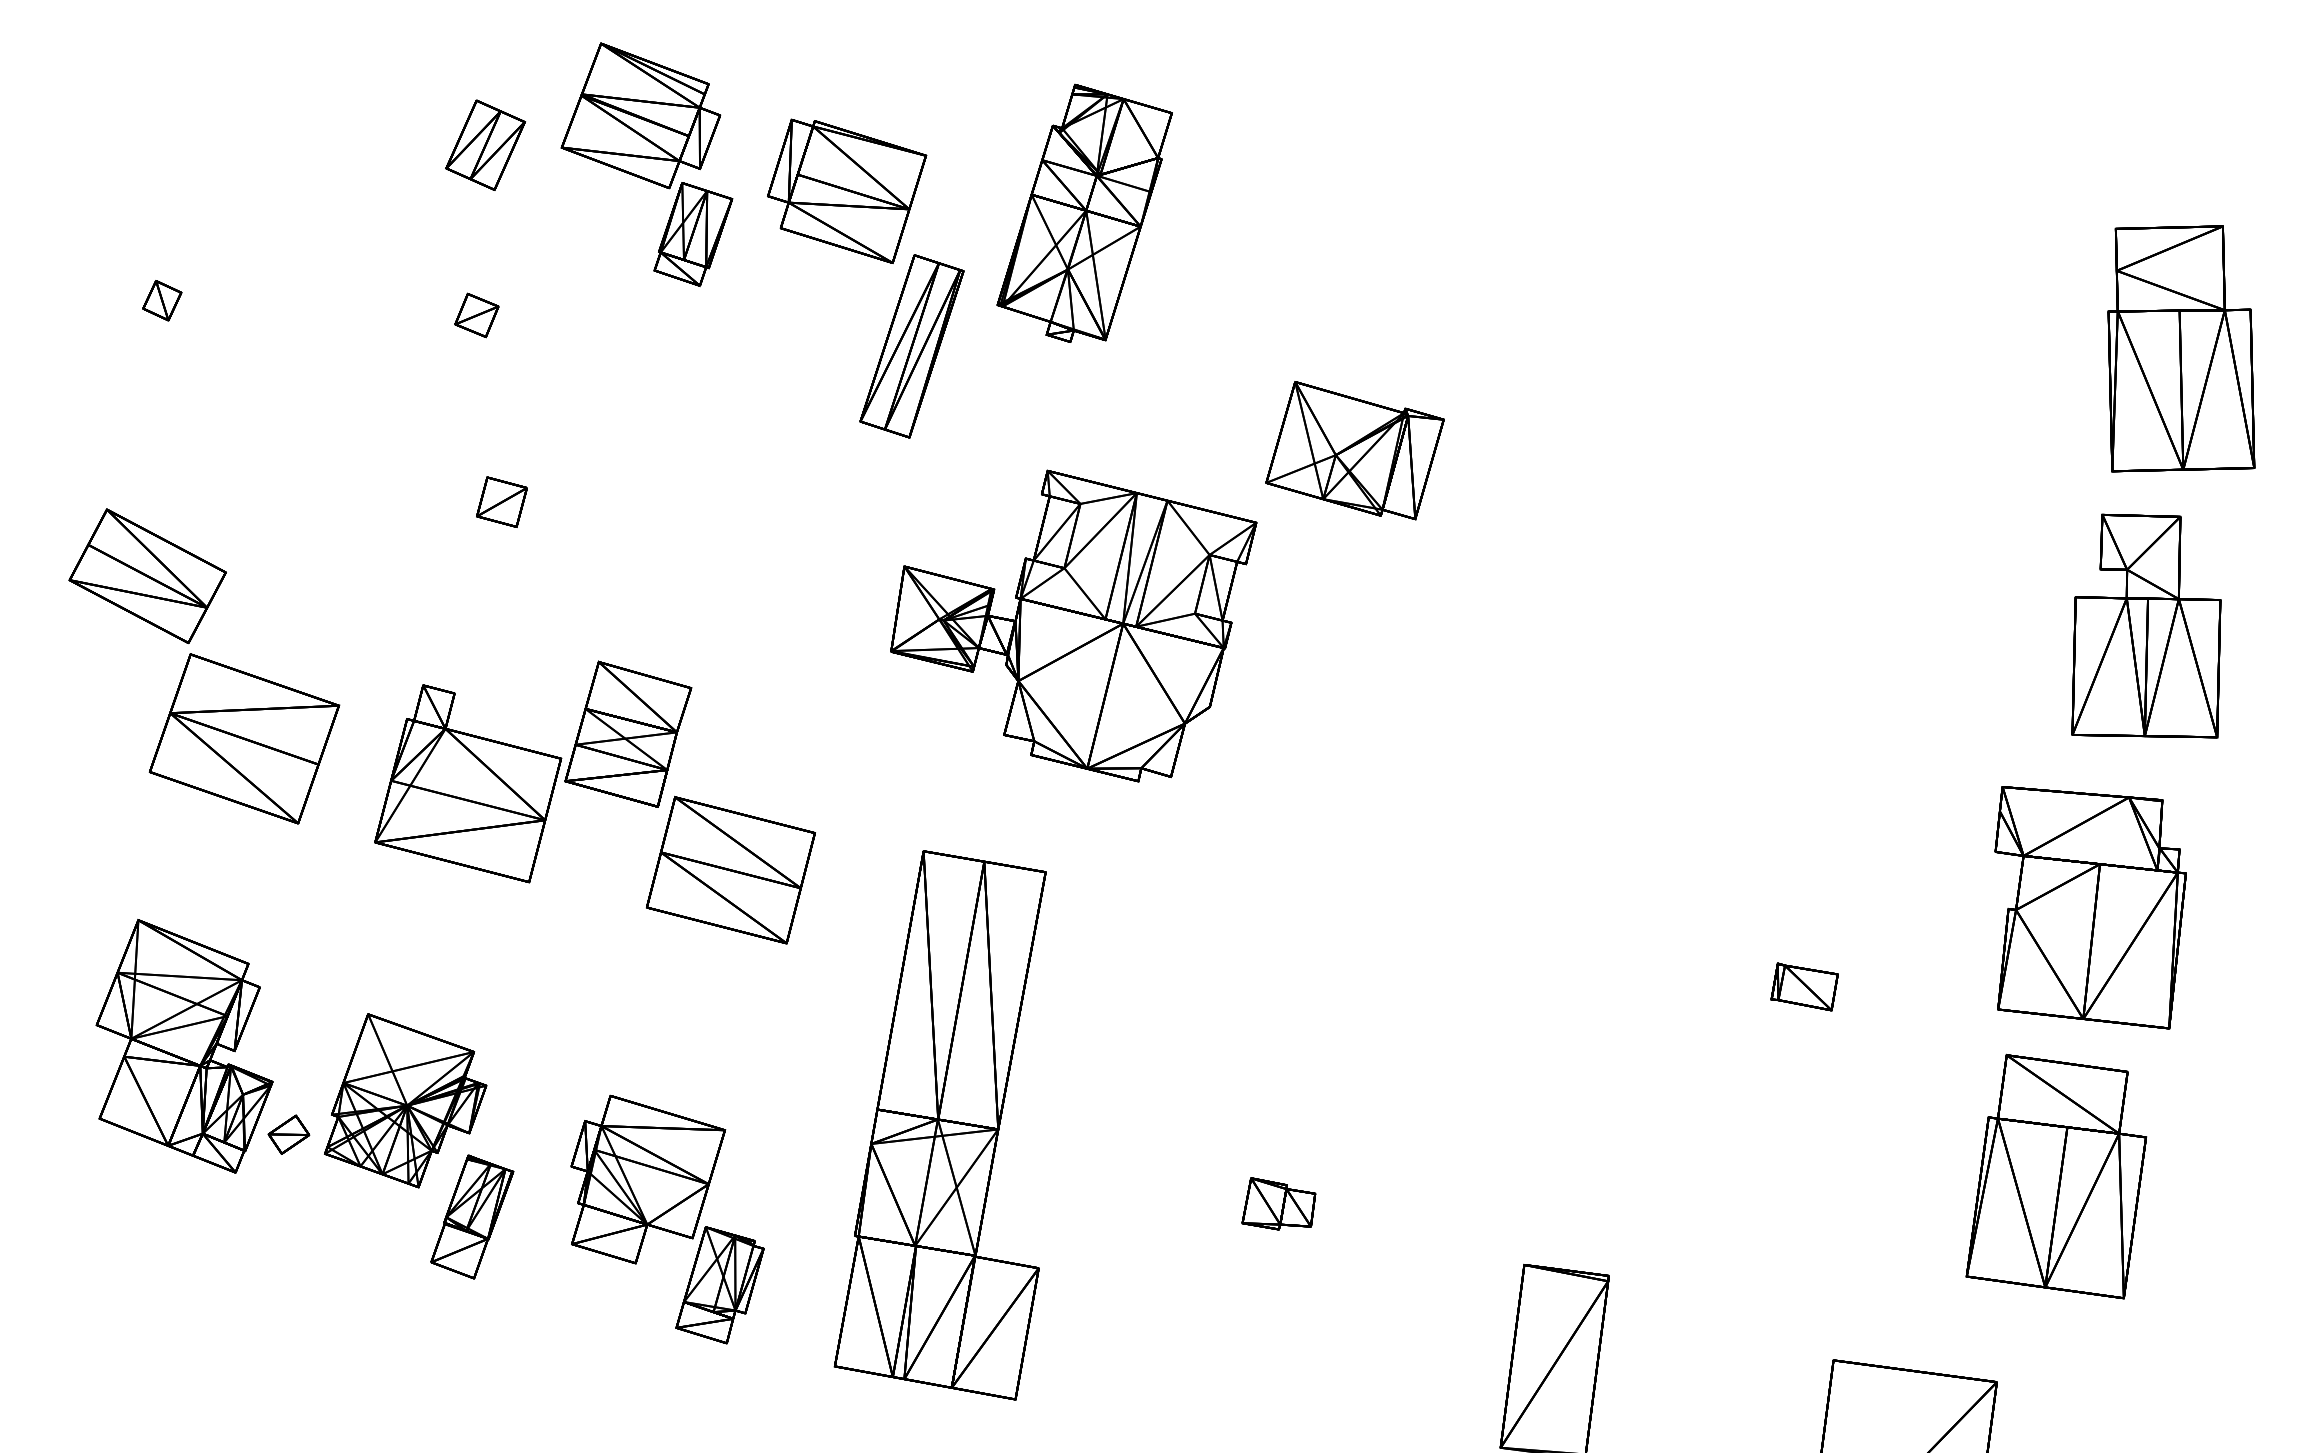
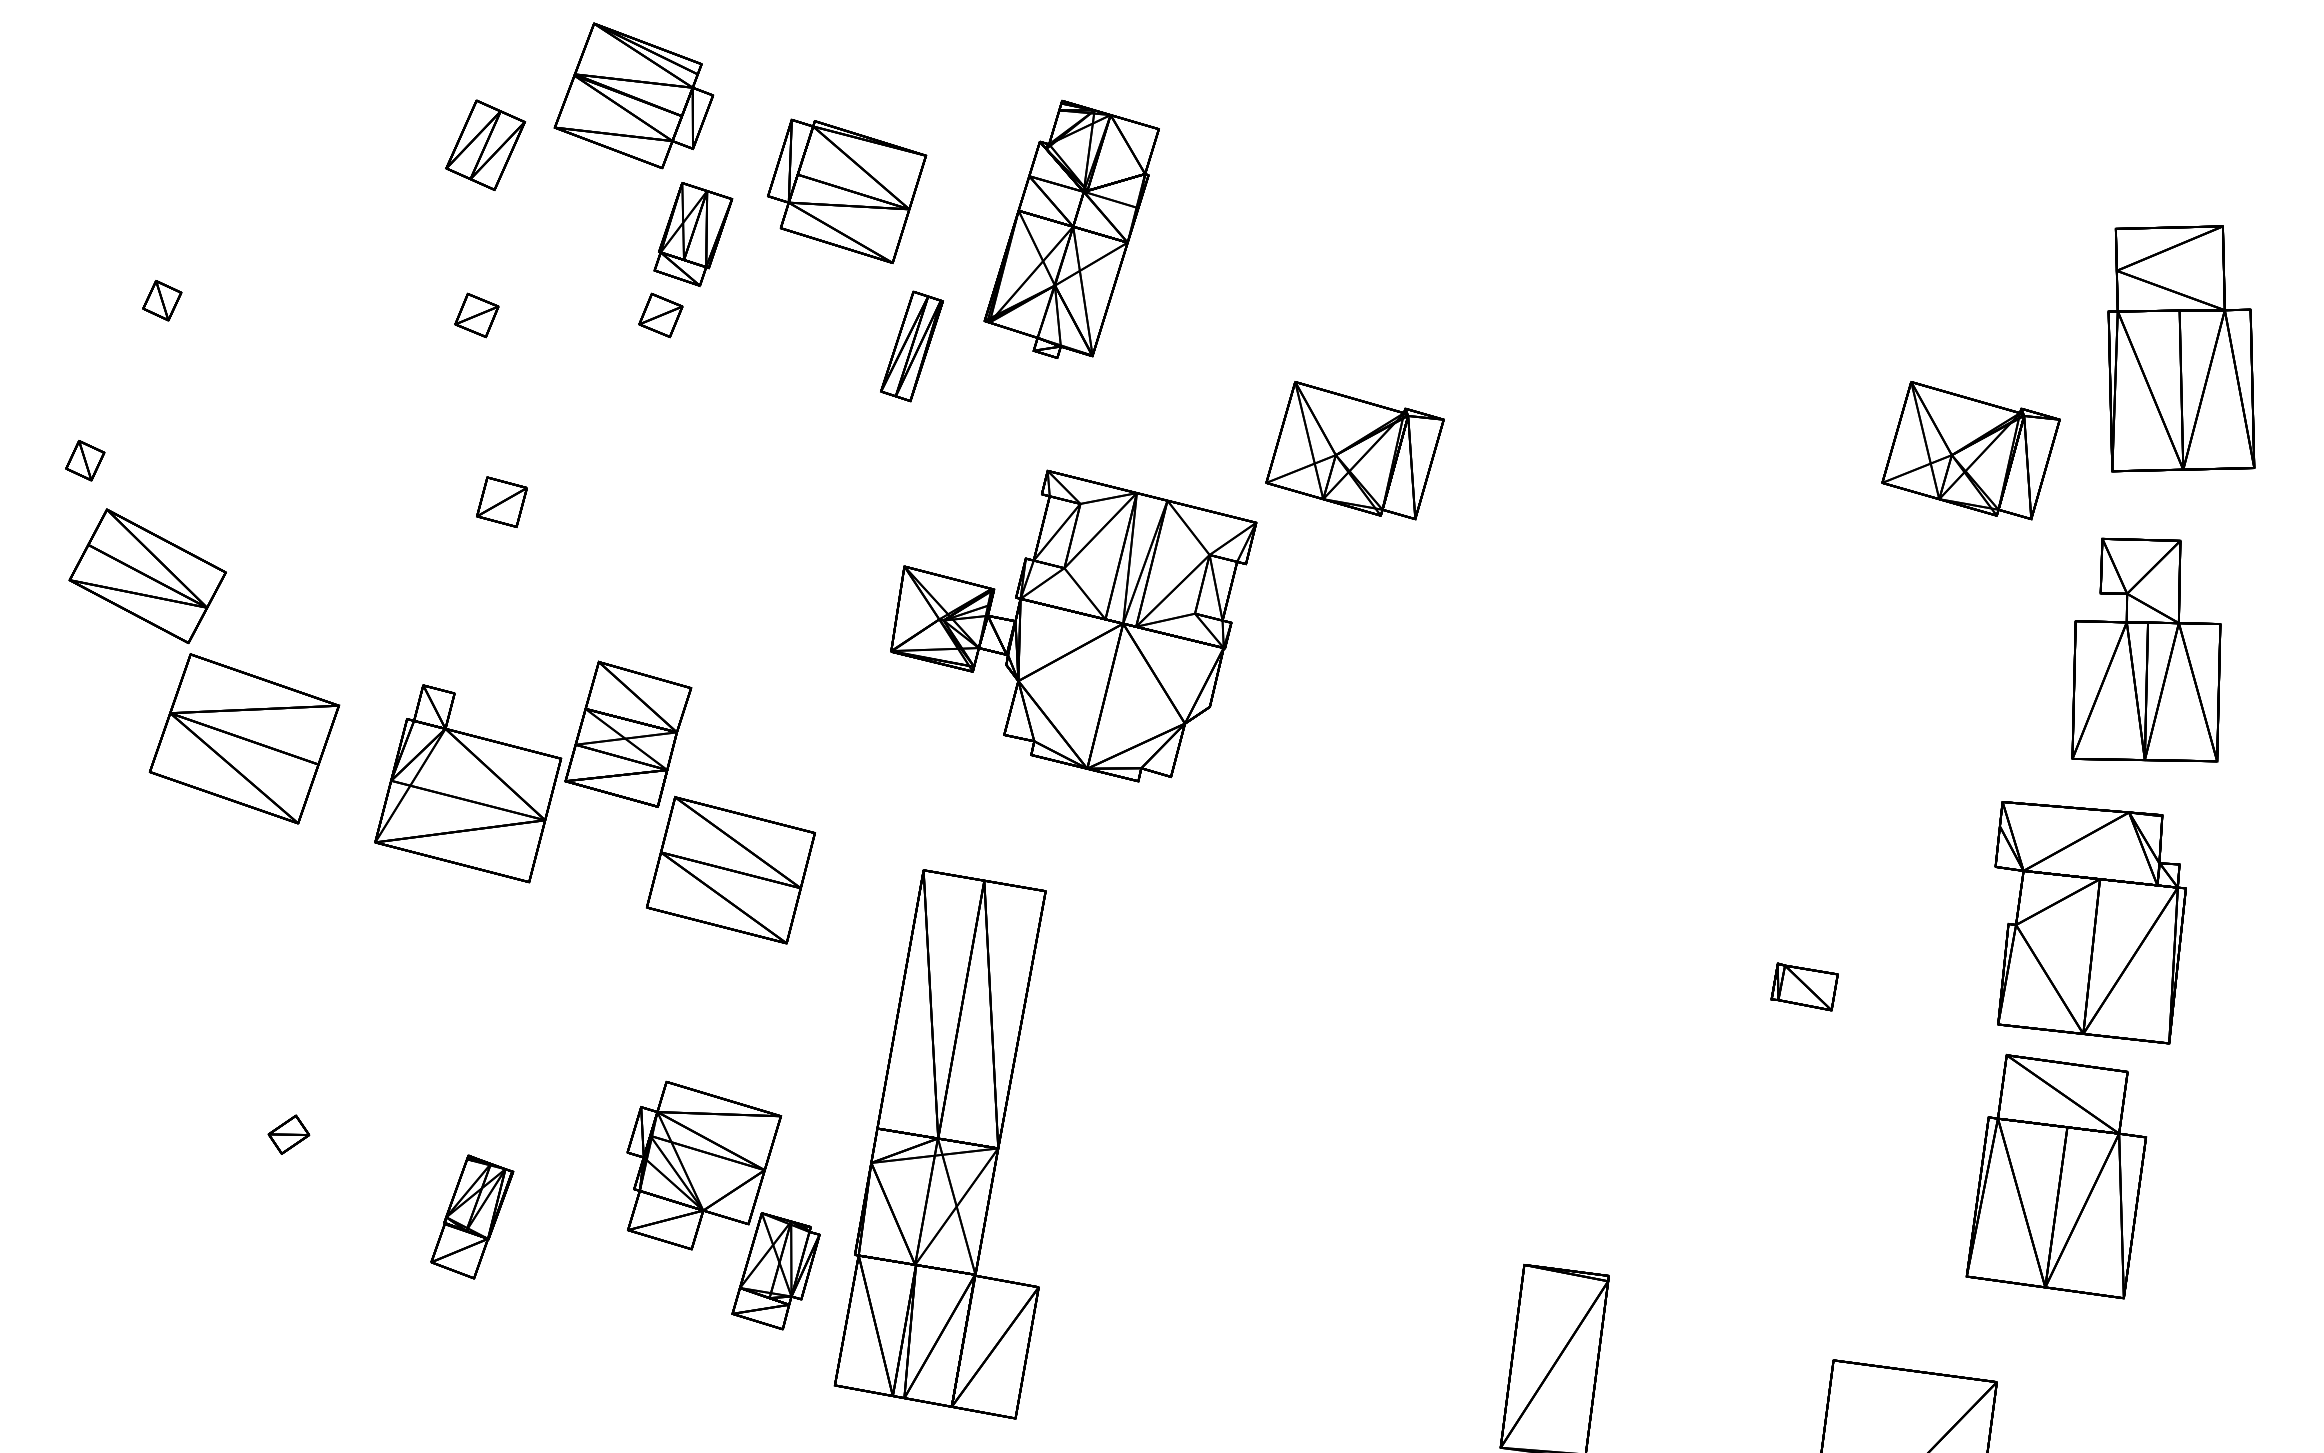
part at (640, 115) position: (640, 115) -> (633, 95)
part at (1084, 212) position: (1084, 212) -> (1071, 228)
part at (660, 315): none -> present
part at (911, 346) size: 106x185 px -> 64x113 px
part at (1970, 450): none -> present
part at (85, 460): none -> present
part at (2146, 625) position: (2146, 625) -> (2146, 649)
part at (2090, 907) position: (2090, 907) -> (2090, 922)
part at (184, 1046): present -> none
part at (405, 1100): present -> none
part at (939, 1125) position: (939, 1125) -> (939, 1144)
part at (1278, 1203): present -> none
part at (667, 1219) position: (667, 1219) -> (723, 1205)
